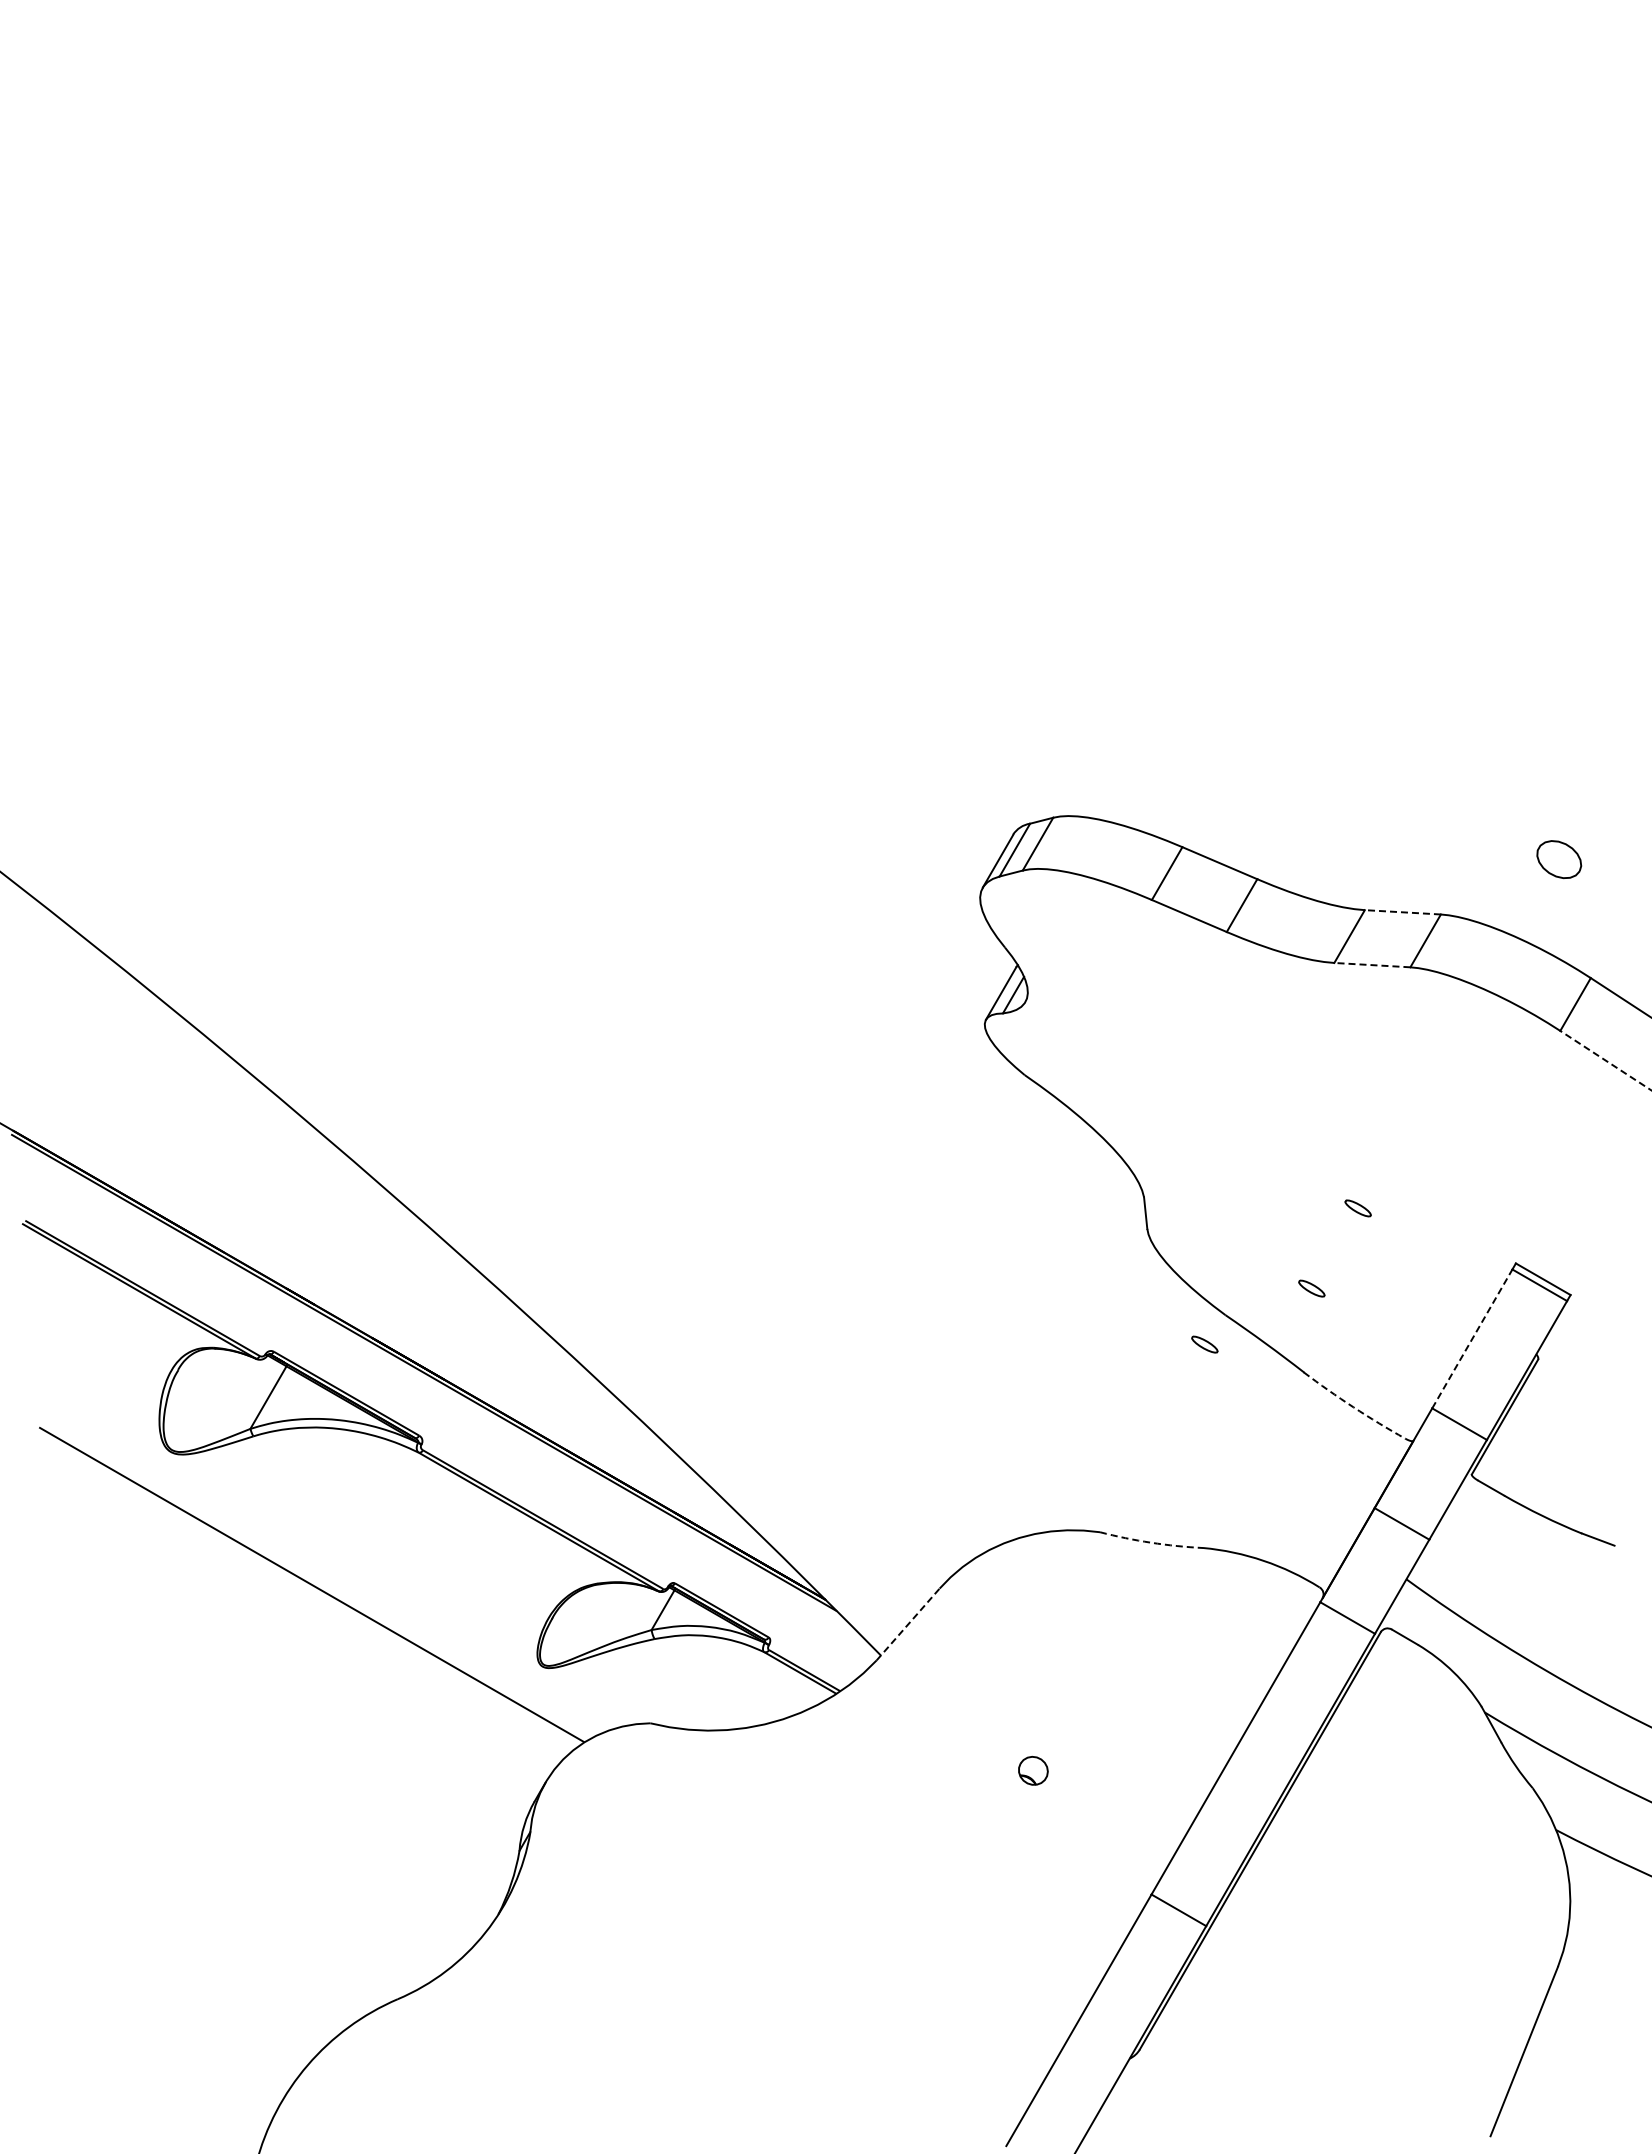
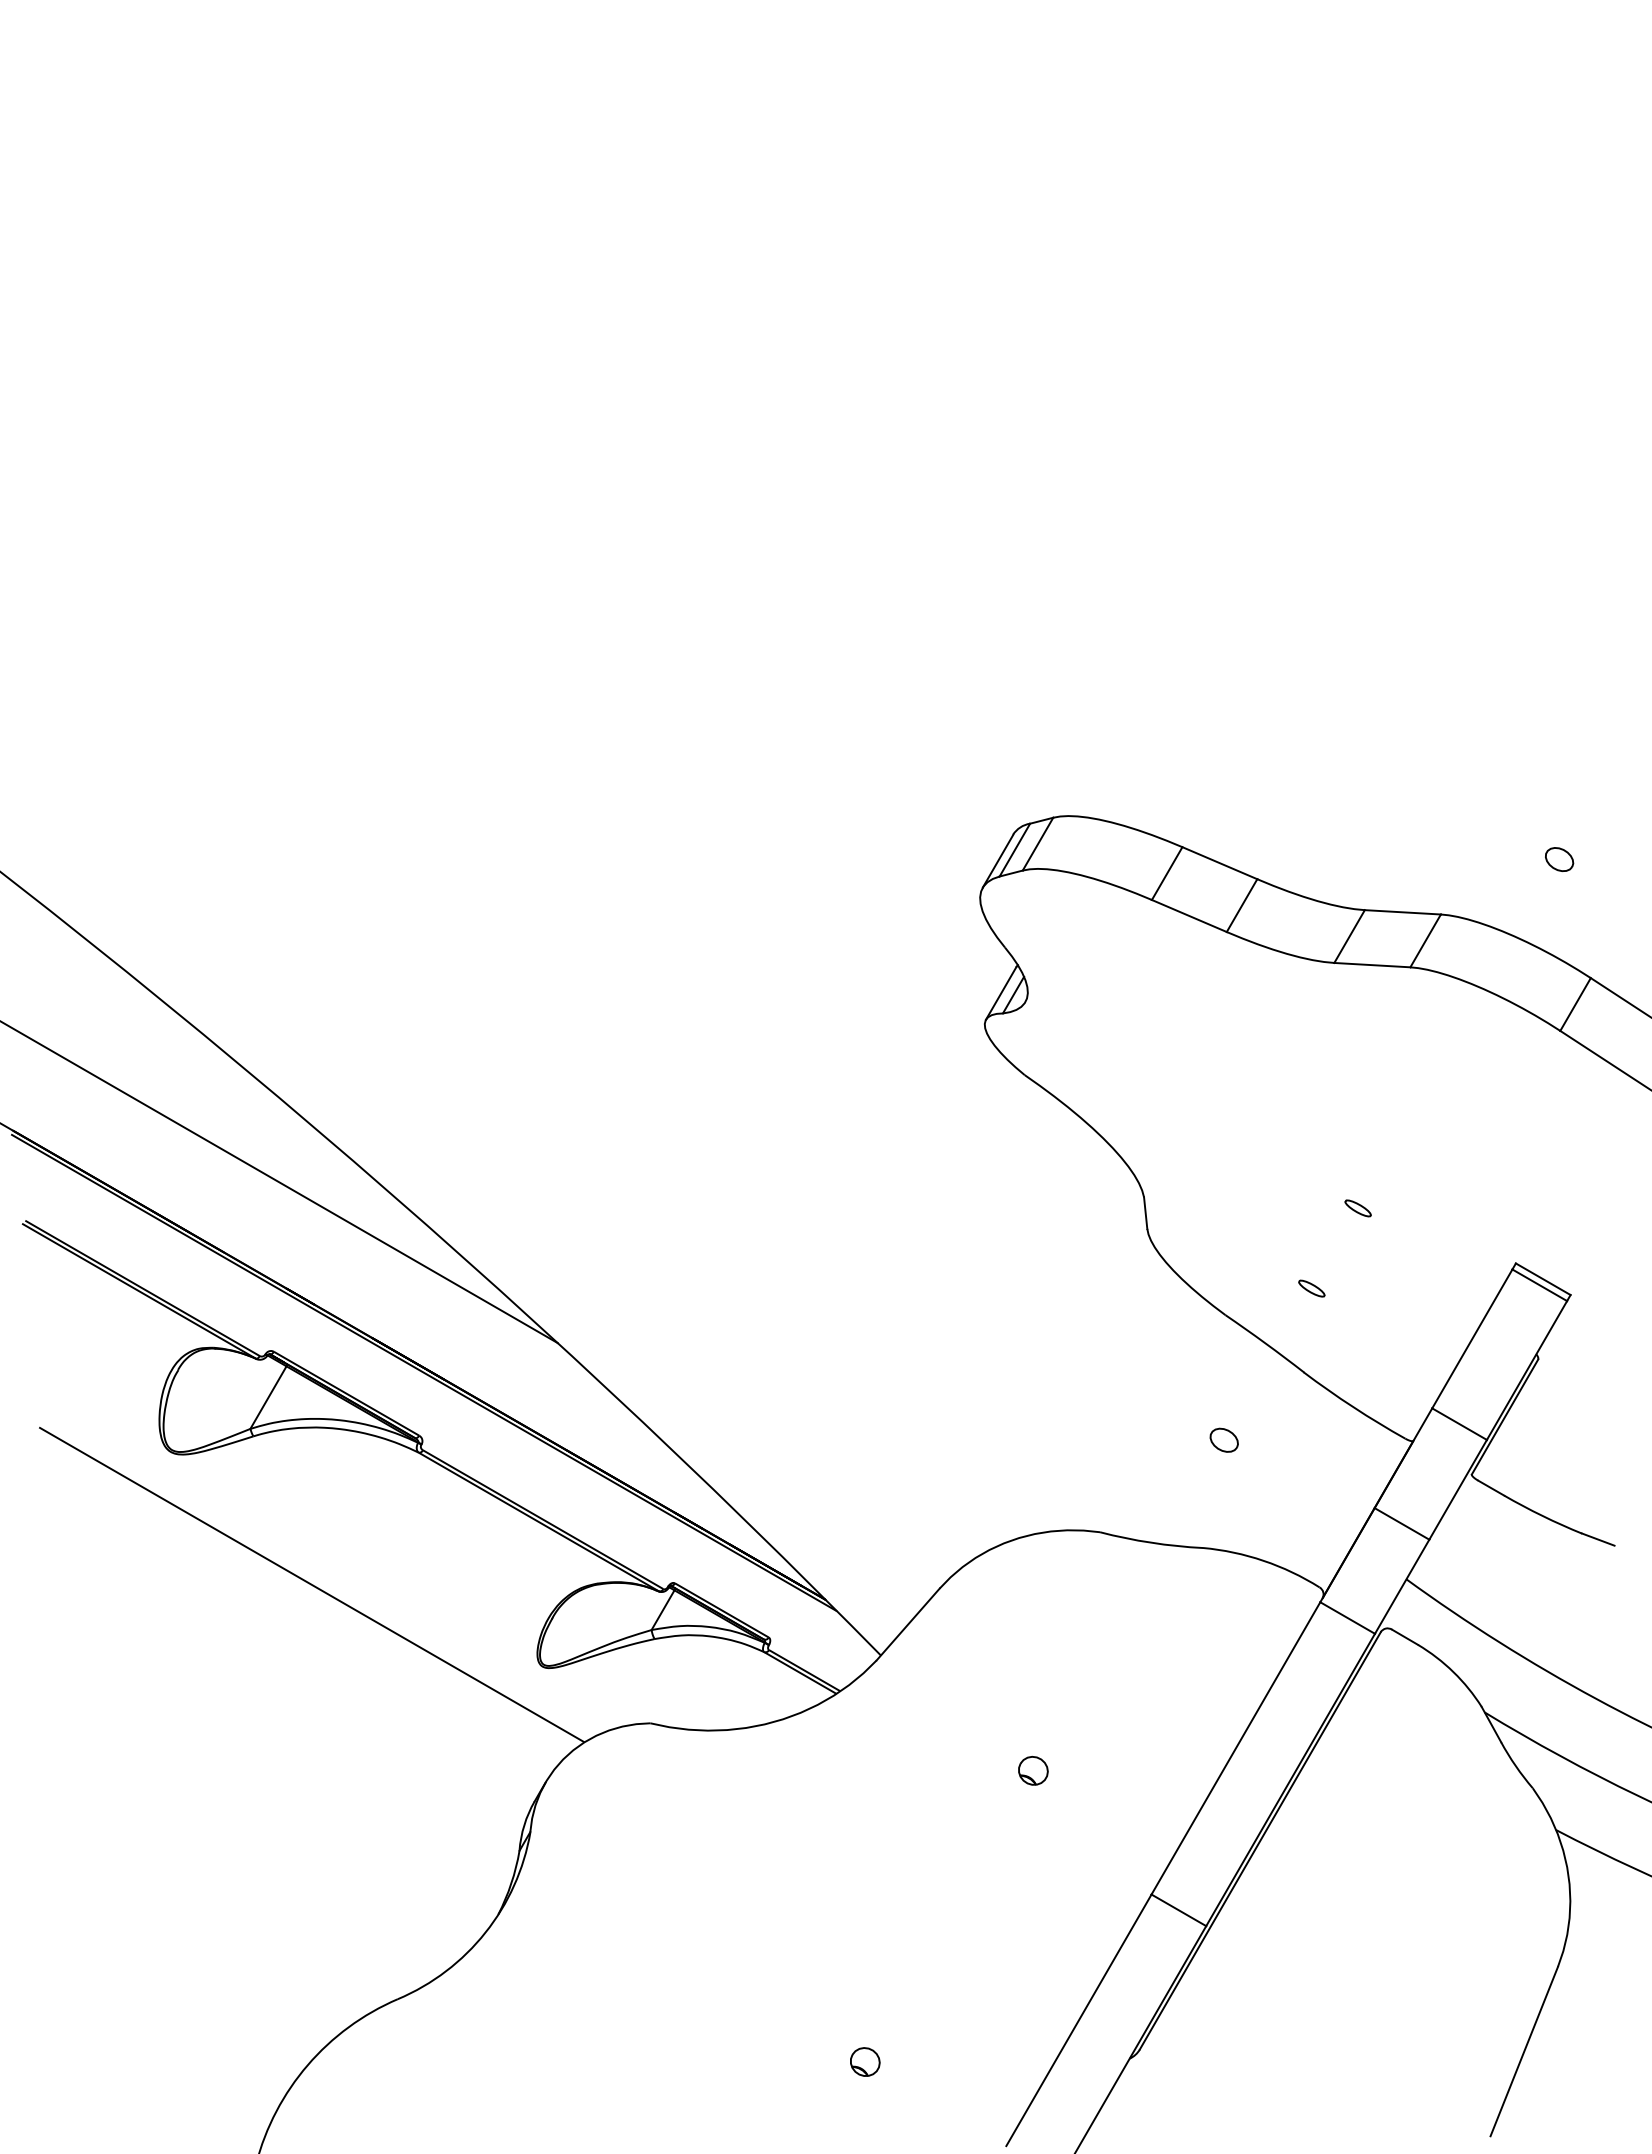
part at (1559, 859) size: 47x40 px -> 30x25 px
line at (1402, 912): dashed -> solid
line at (1371, 965): dashed -> solid
line at (1605, 1060): dashed -> solid
line at (279, 1182): none -> present
line at (1472, 1338): dashed -> solid
part at (1204, 1344): present -> none
arc at (1353, 1407): dashed -> solid
part at (1223, 1439): none -> present
arc at (1151, 1542): dashed -> solid
line at (908, 1624): dashed -> solid
part at (865, 2061): none -> present
